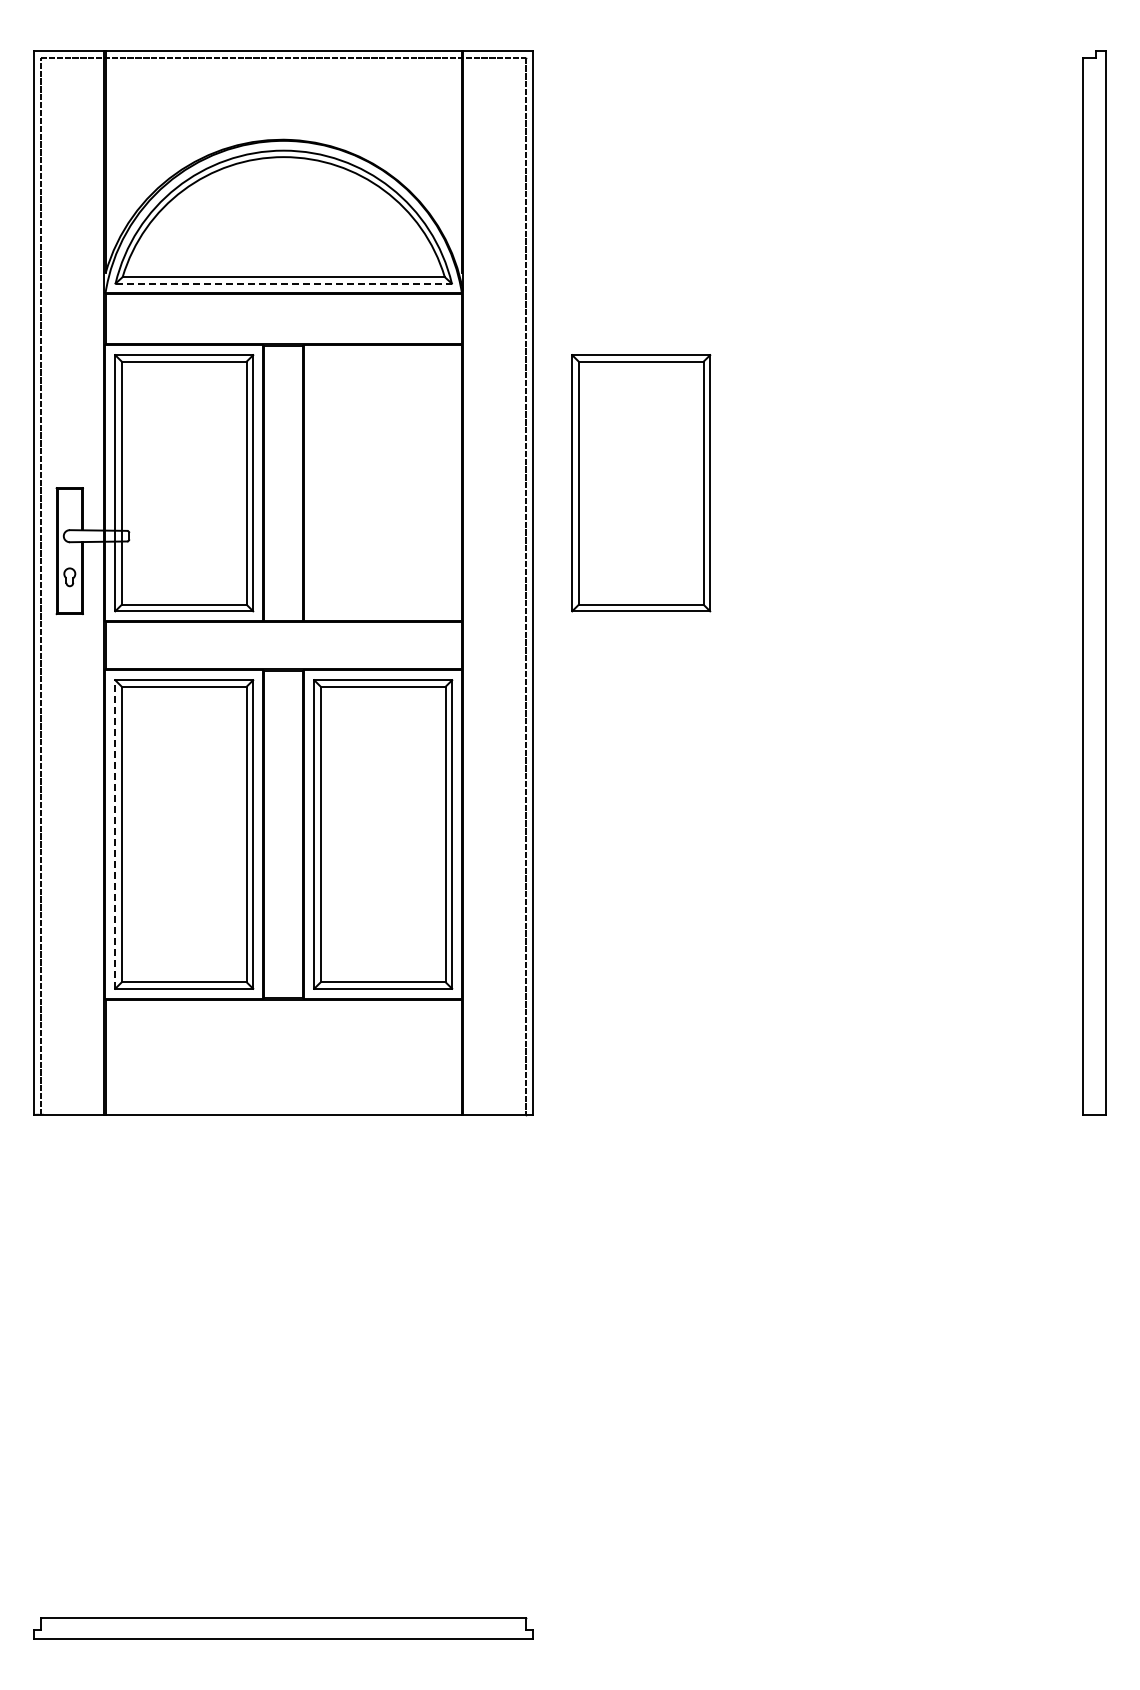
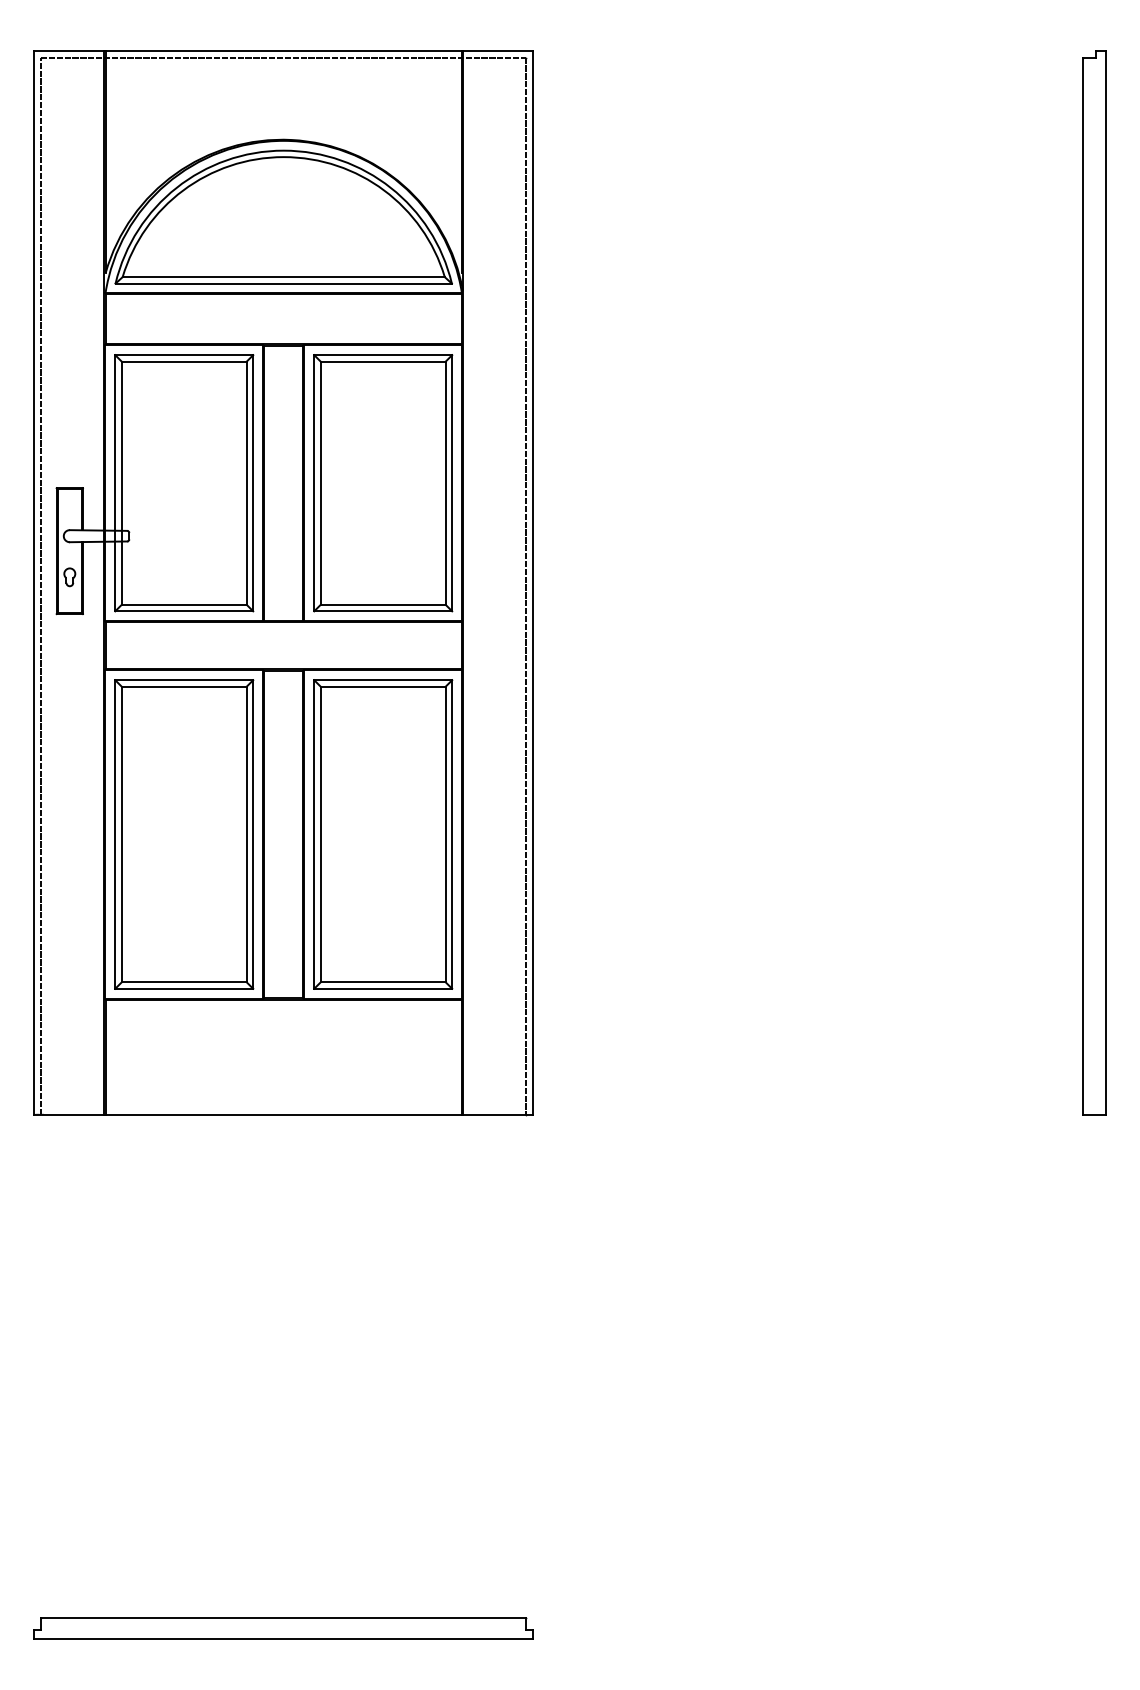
line at (284, 283): dashed -> solid
part at (641, 483) position: (641, 483) -> (383, 483)
line at (115, 834): dashed -> solid
